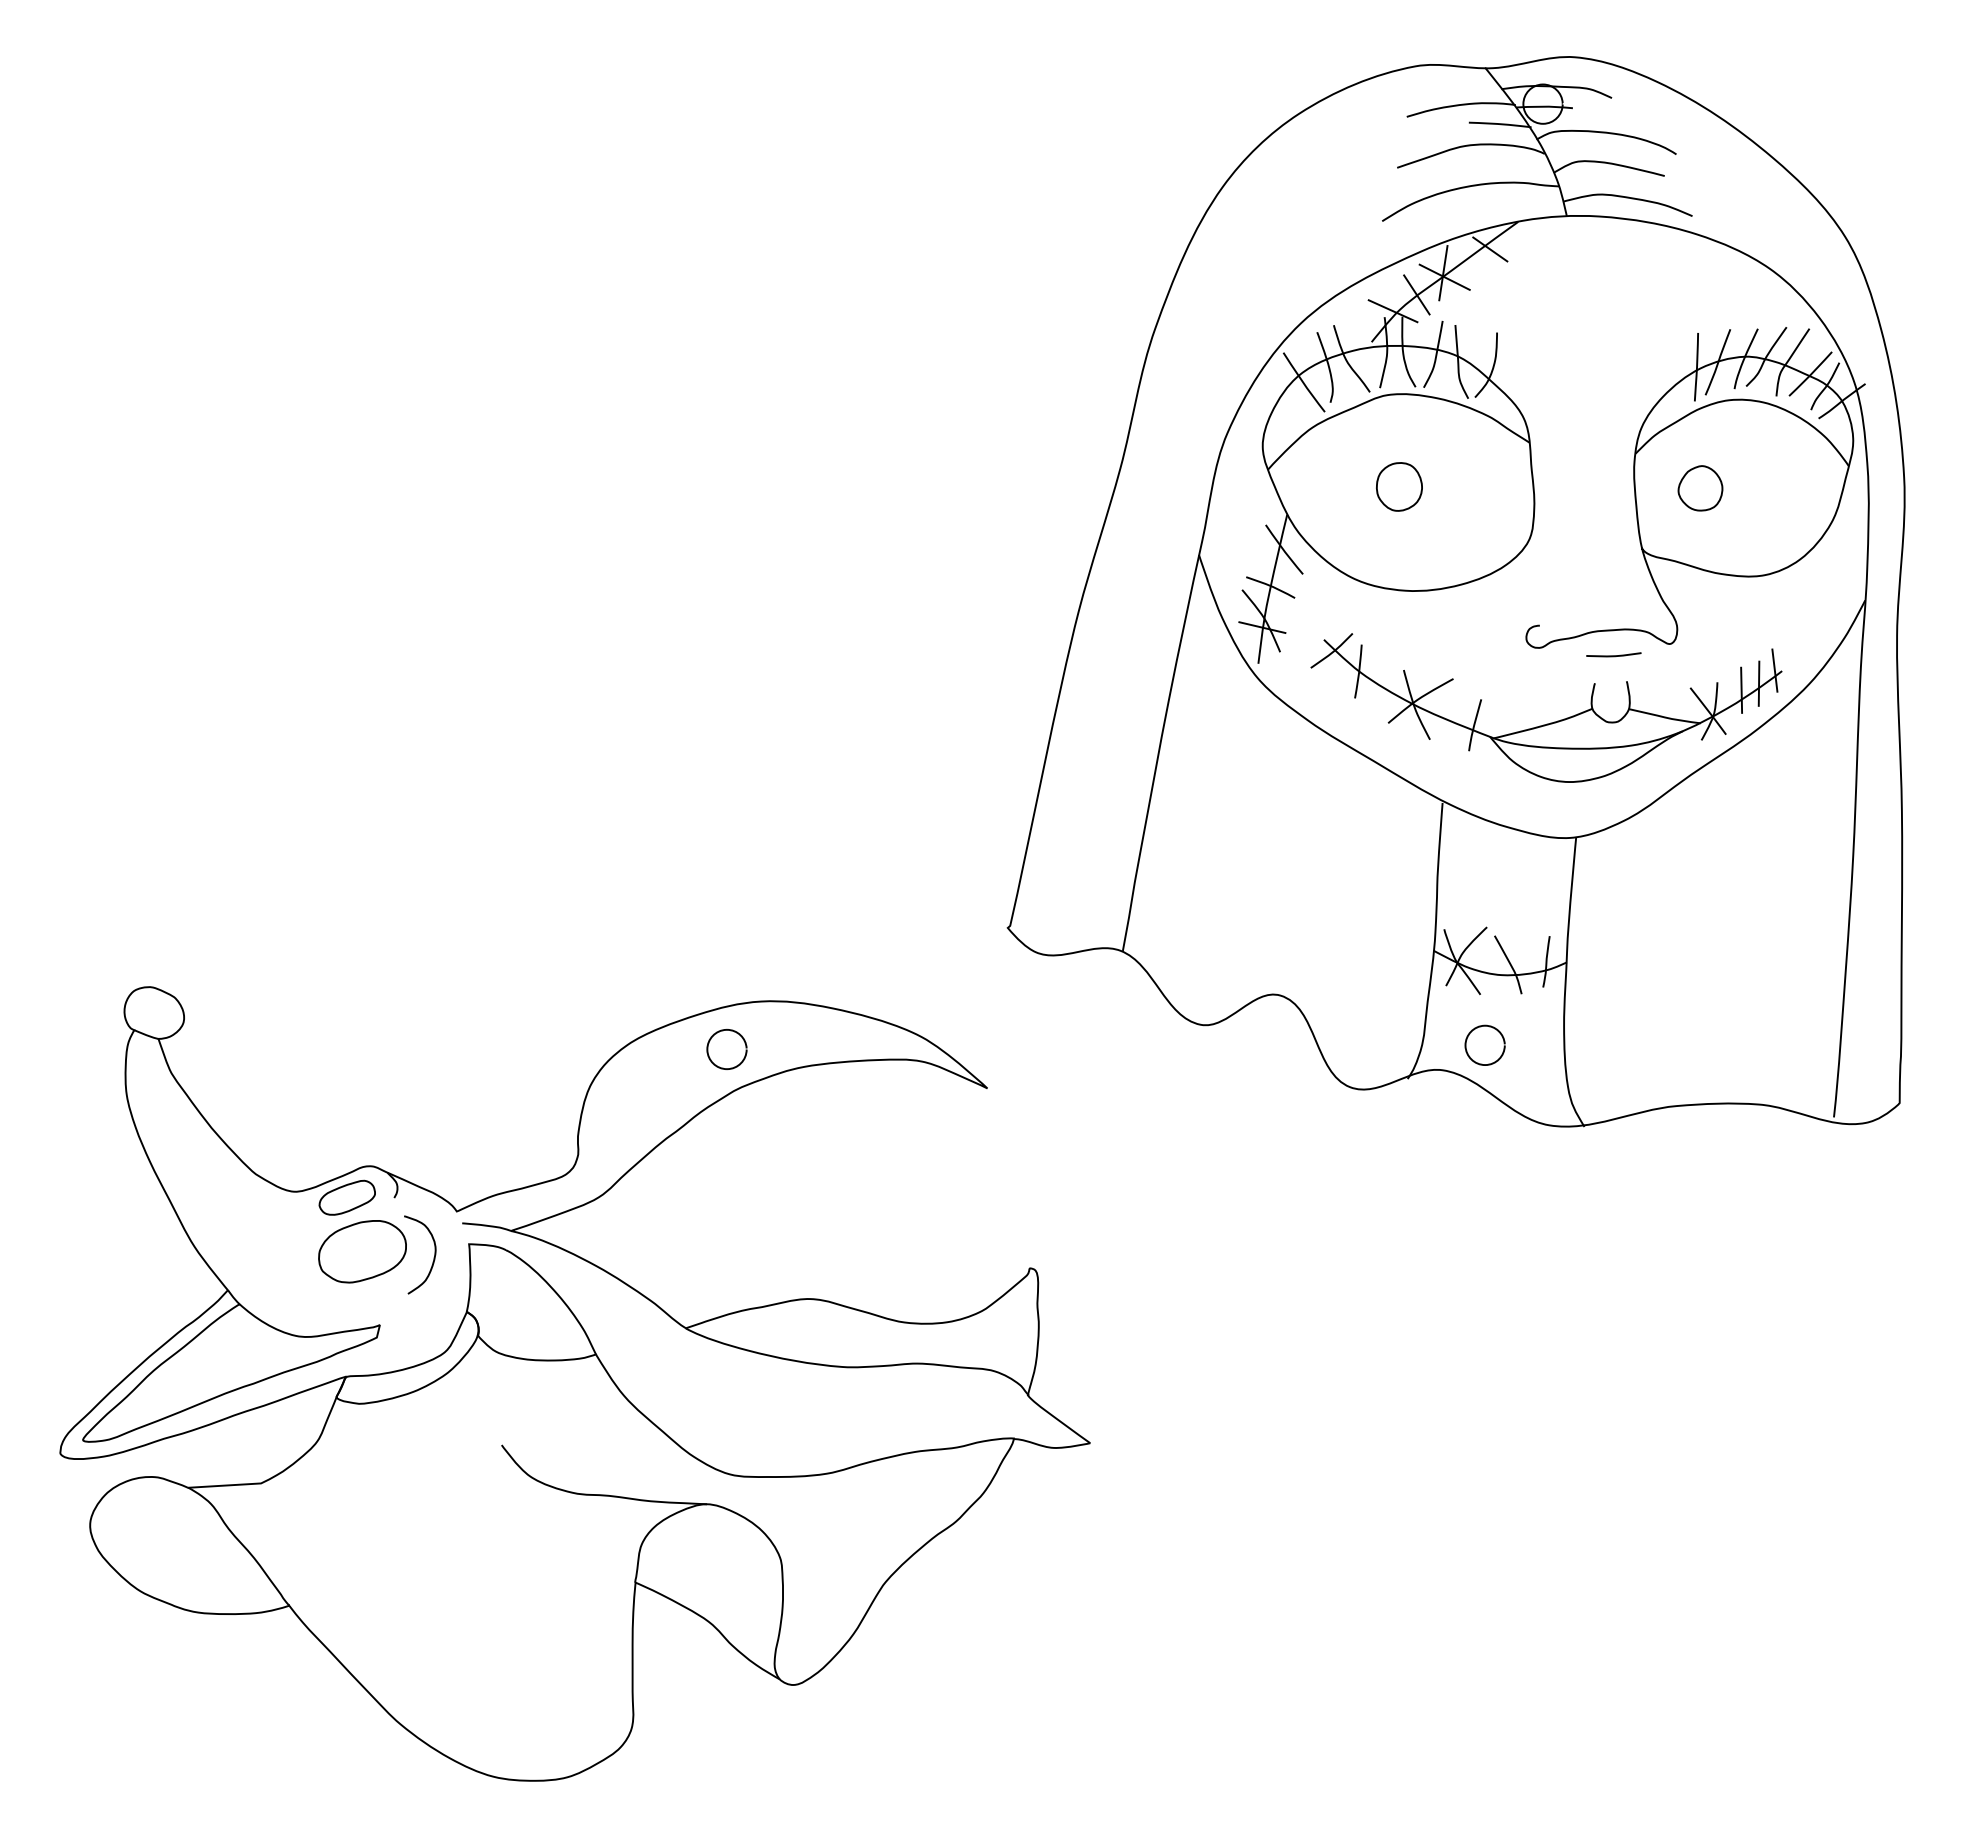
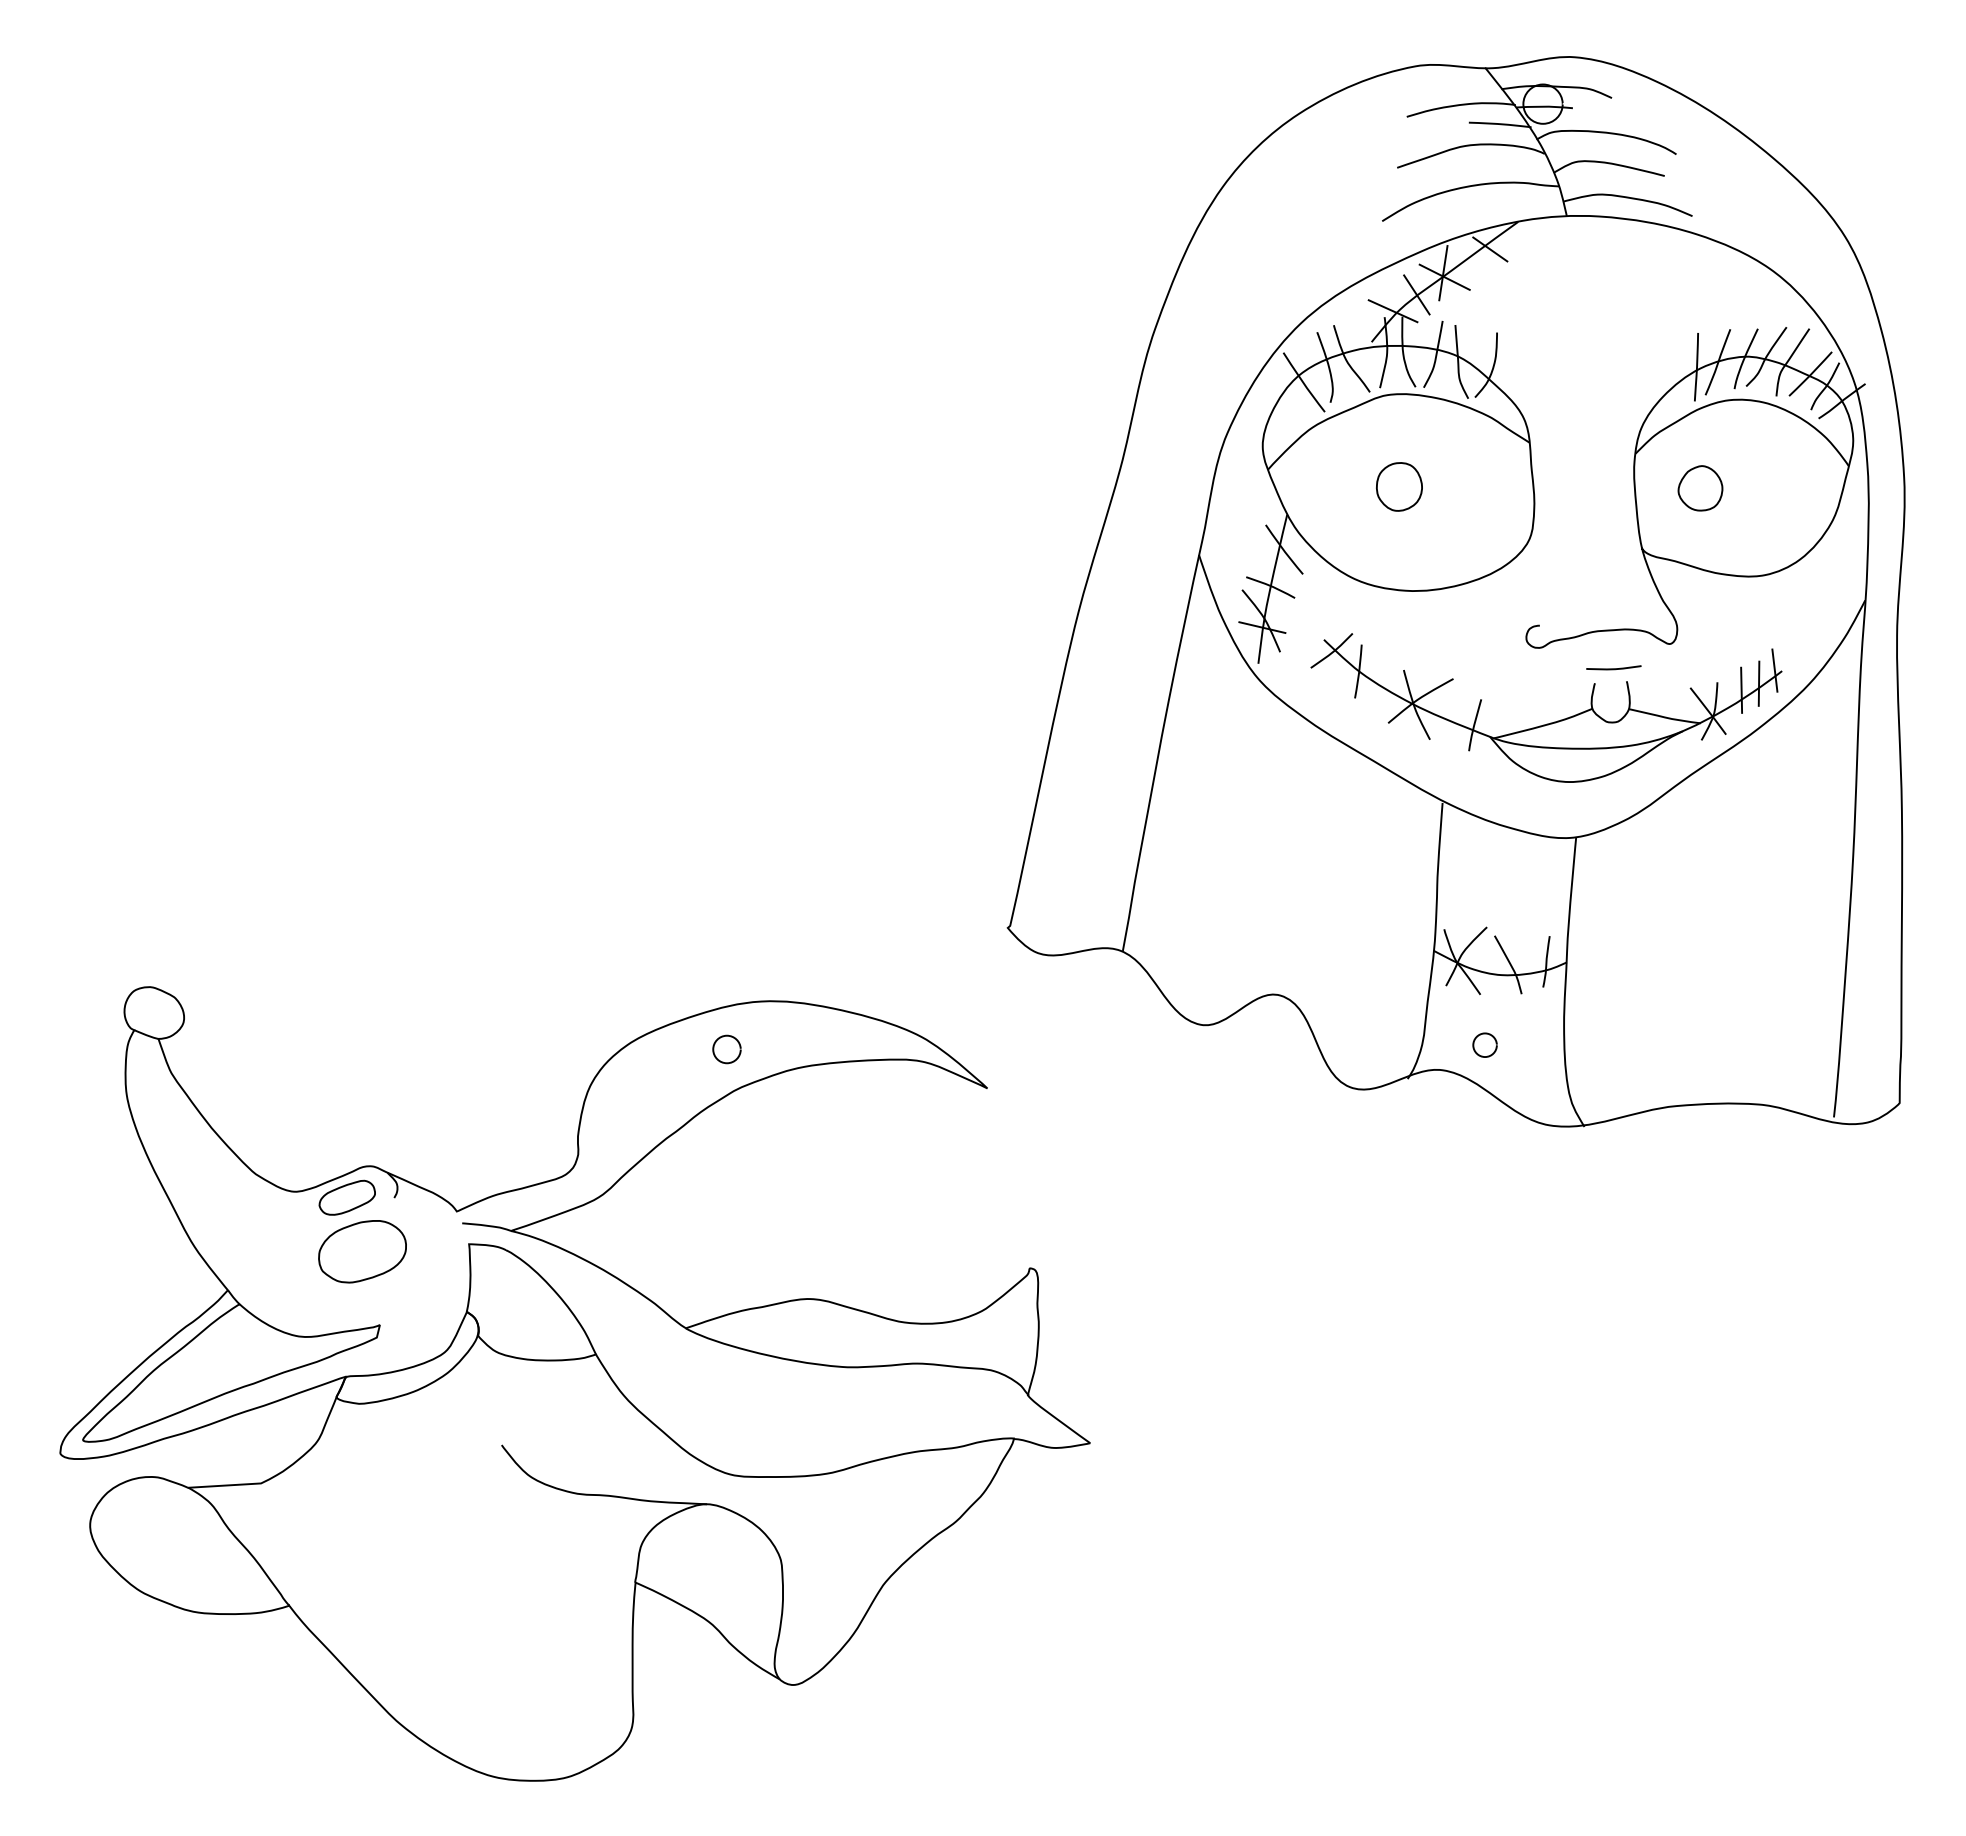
curve at (1613, 655) position: (1613, 655) -> (1613, 668)
part at (1484, 1044) size: 42x42 px -> 26x26 px
part at (726, 1049) size: 42x41 px -> 30x31 px
curve at (433, 1257): present -> none
